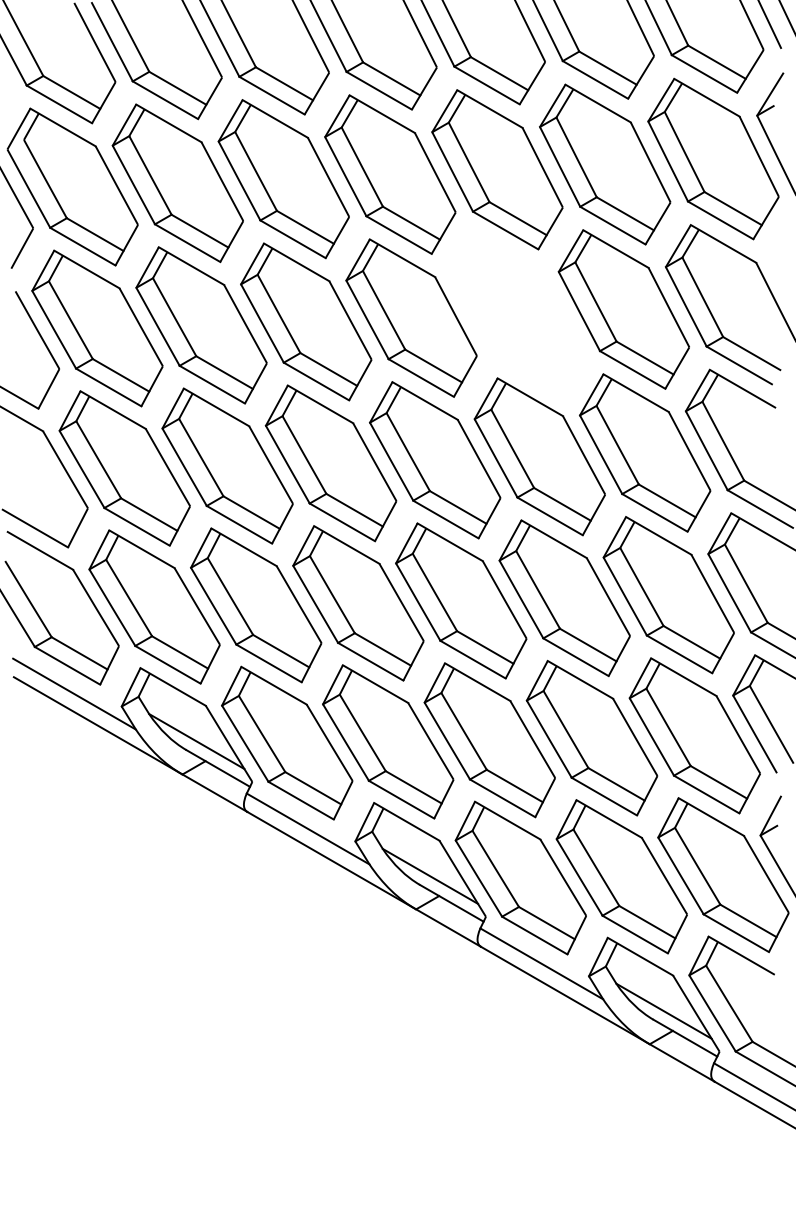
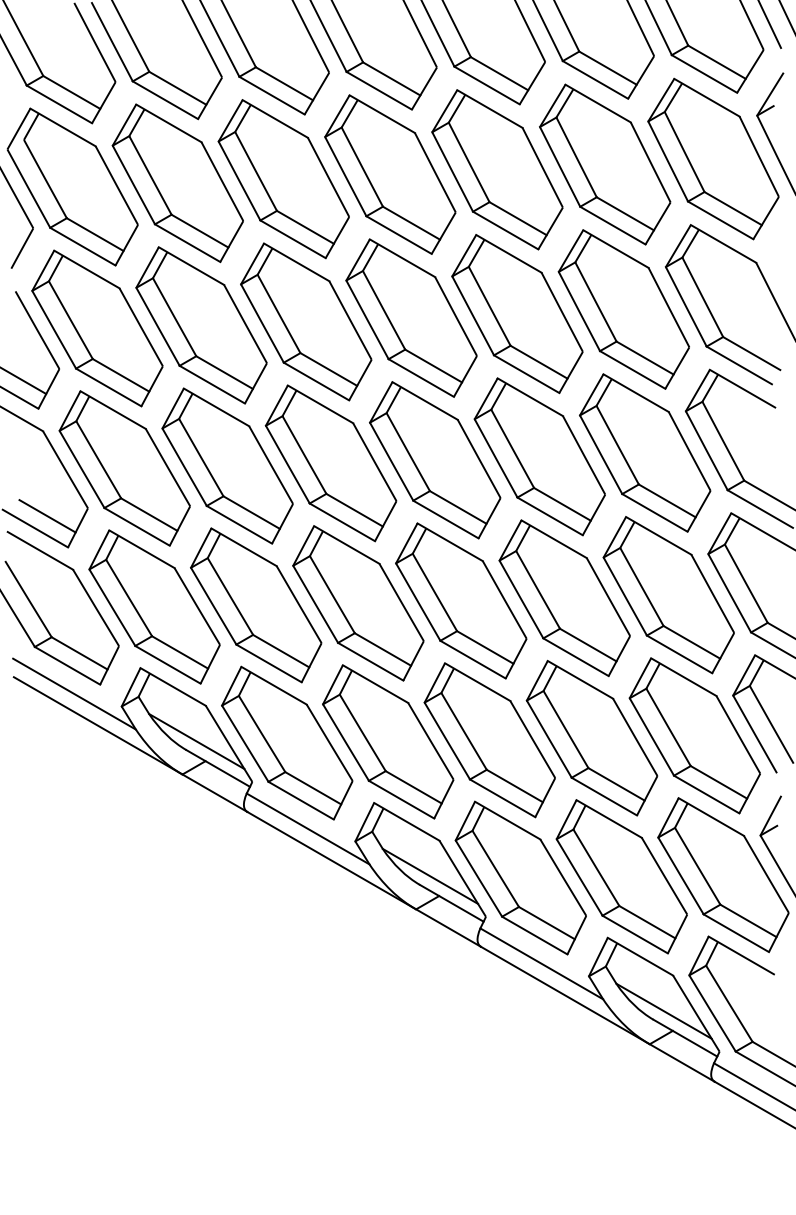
part at (517, 314): none -> present
line at (24, 381): none -> present
line at (47, 516): none -> present
